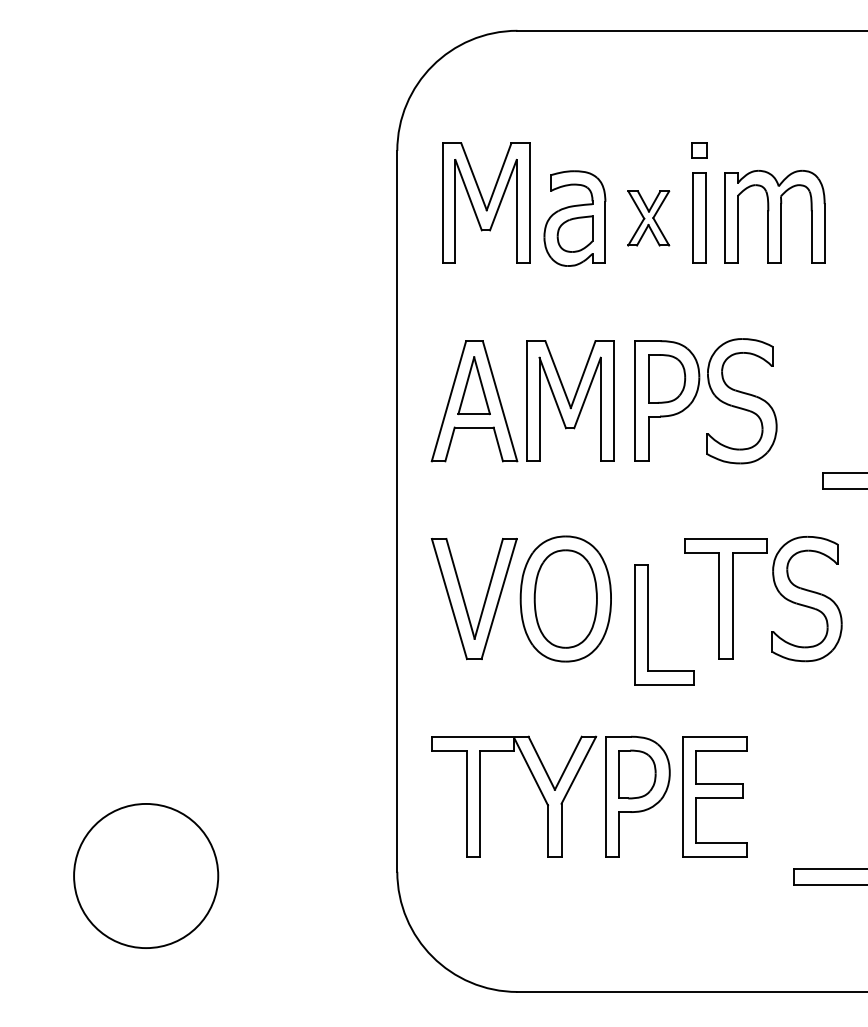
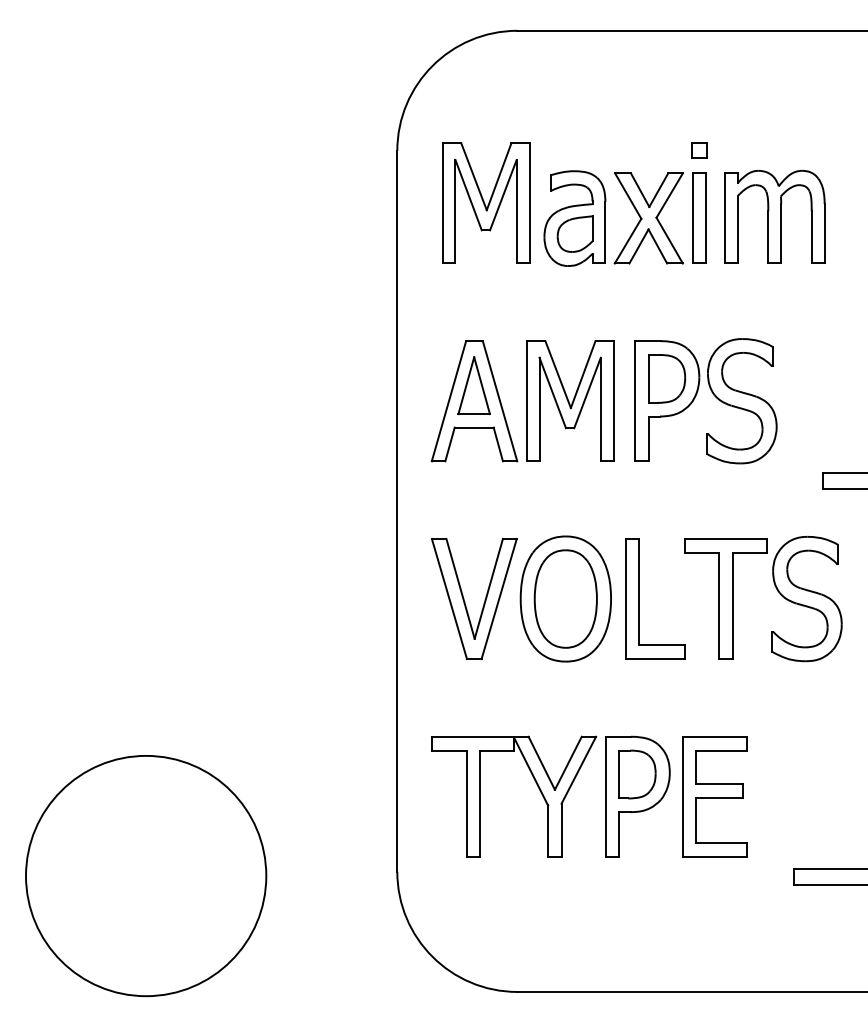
part at (648, 218) size: 44x57 px -> 71x93 px
part at (648, 624) position: (648, 624) -> (639, 598)
circle at (146, 875) diameter: 144 px -> 240 px
